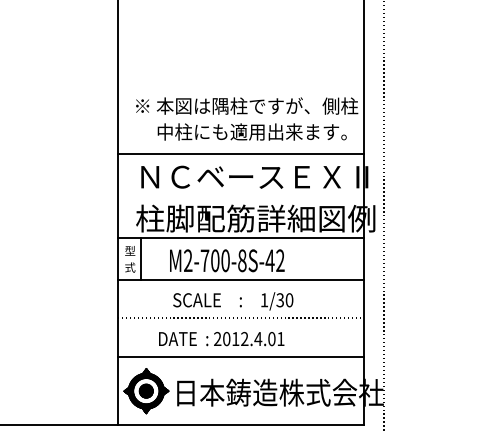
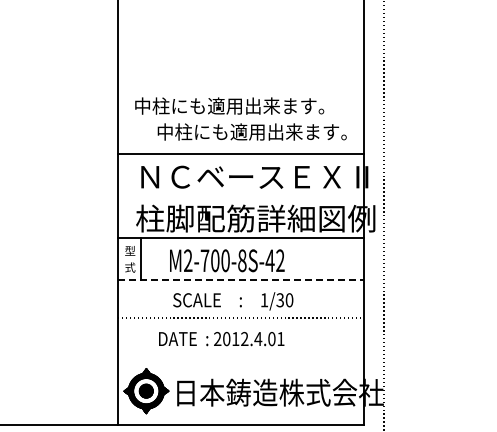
text at (246, 105): ※ 本図は隅柱ですが、側柱 -> 中柱にも適用出来ます。
line at (240, 279): solid -> dashed
line at (240, 357): present -> none
